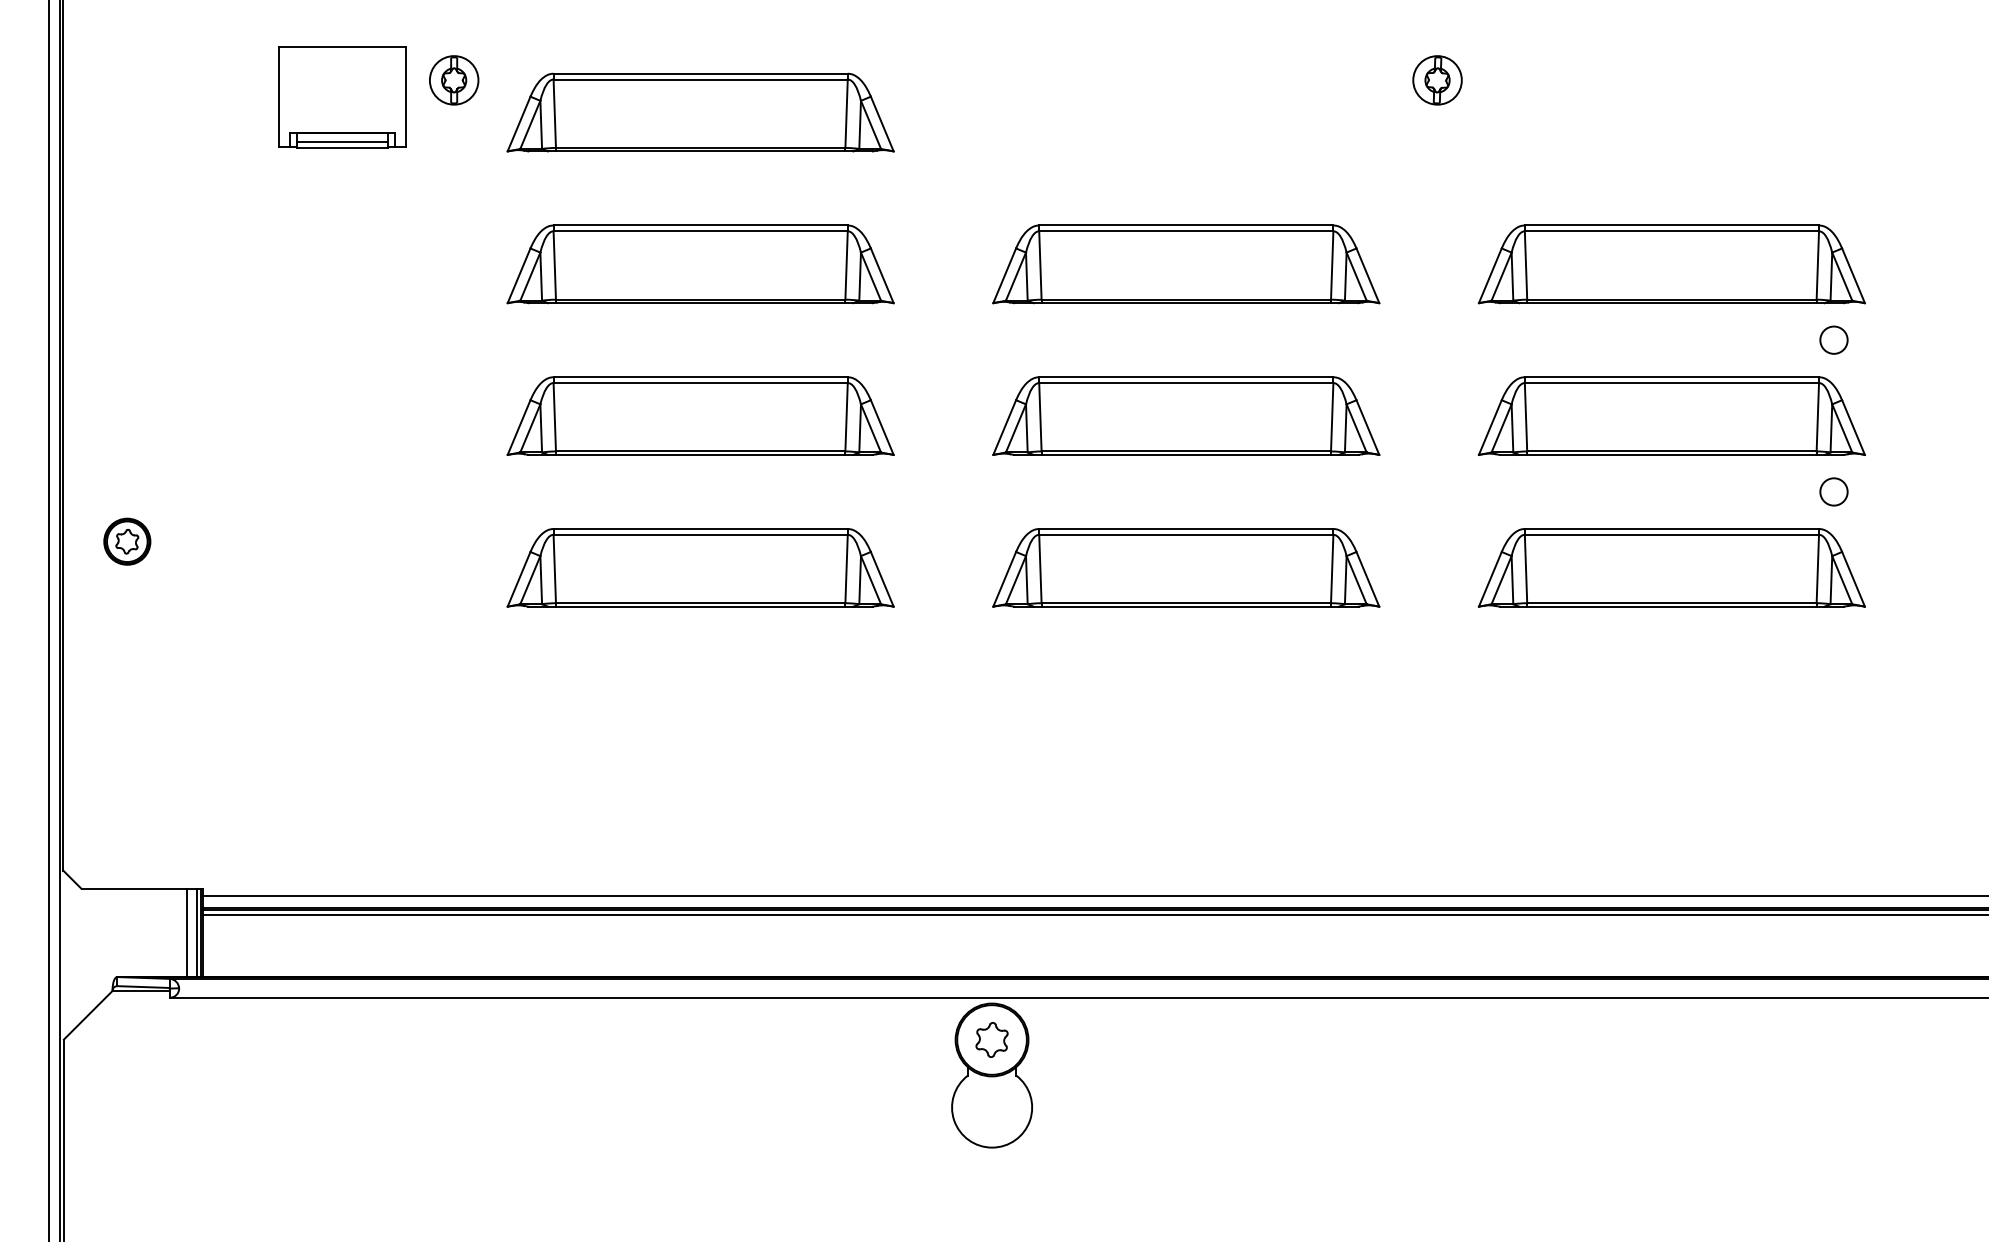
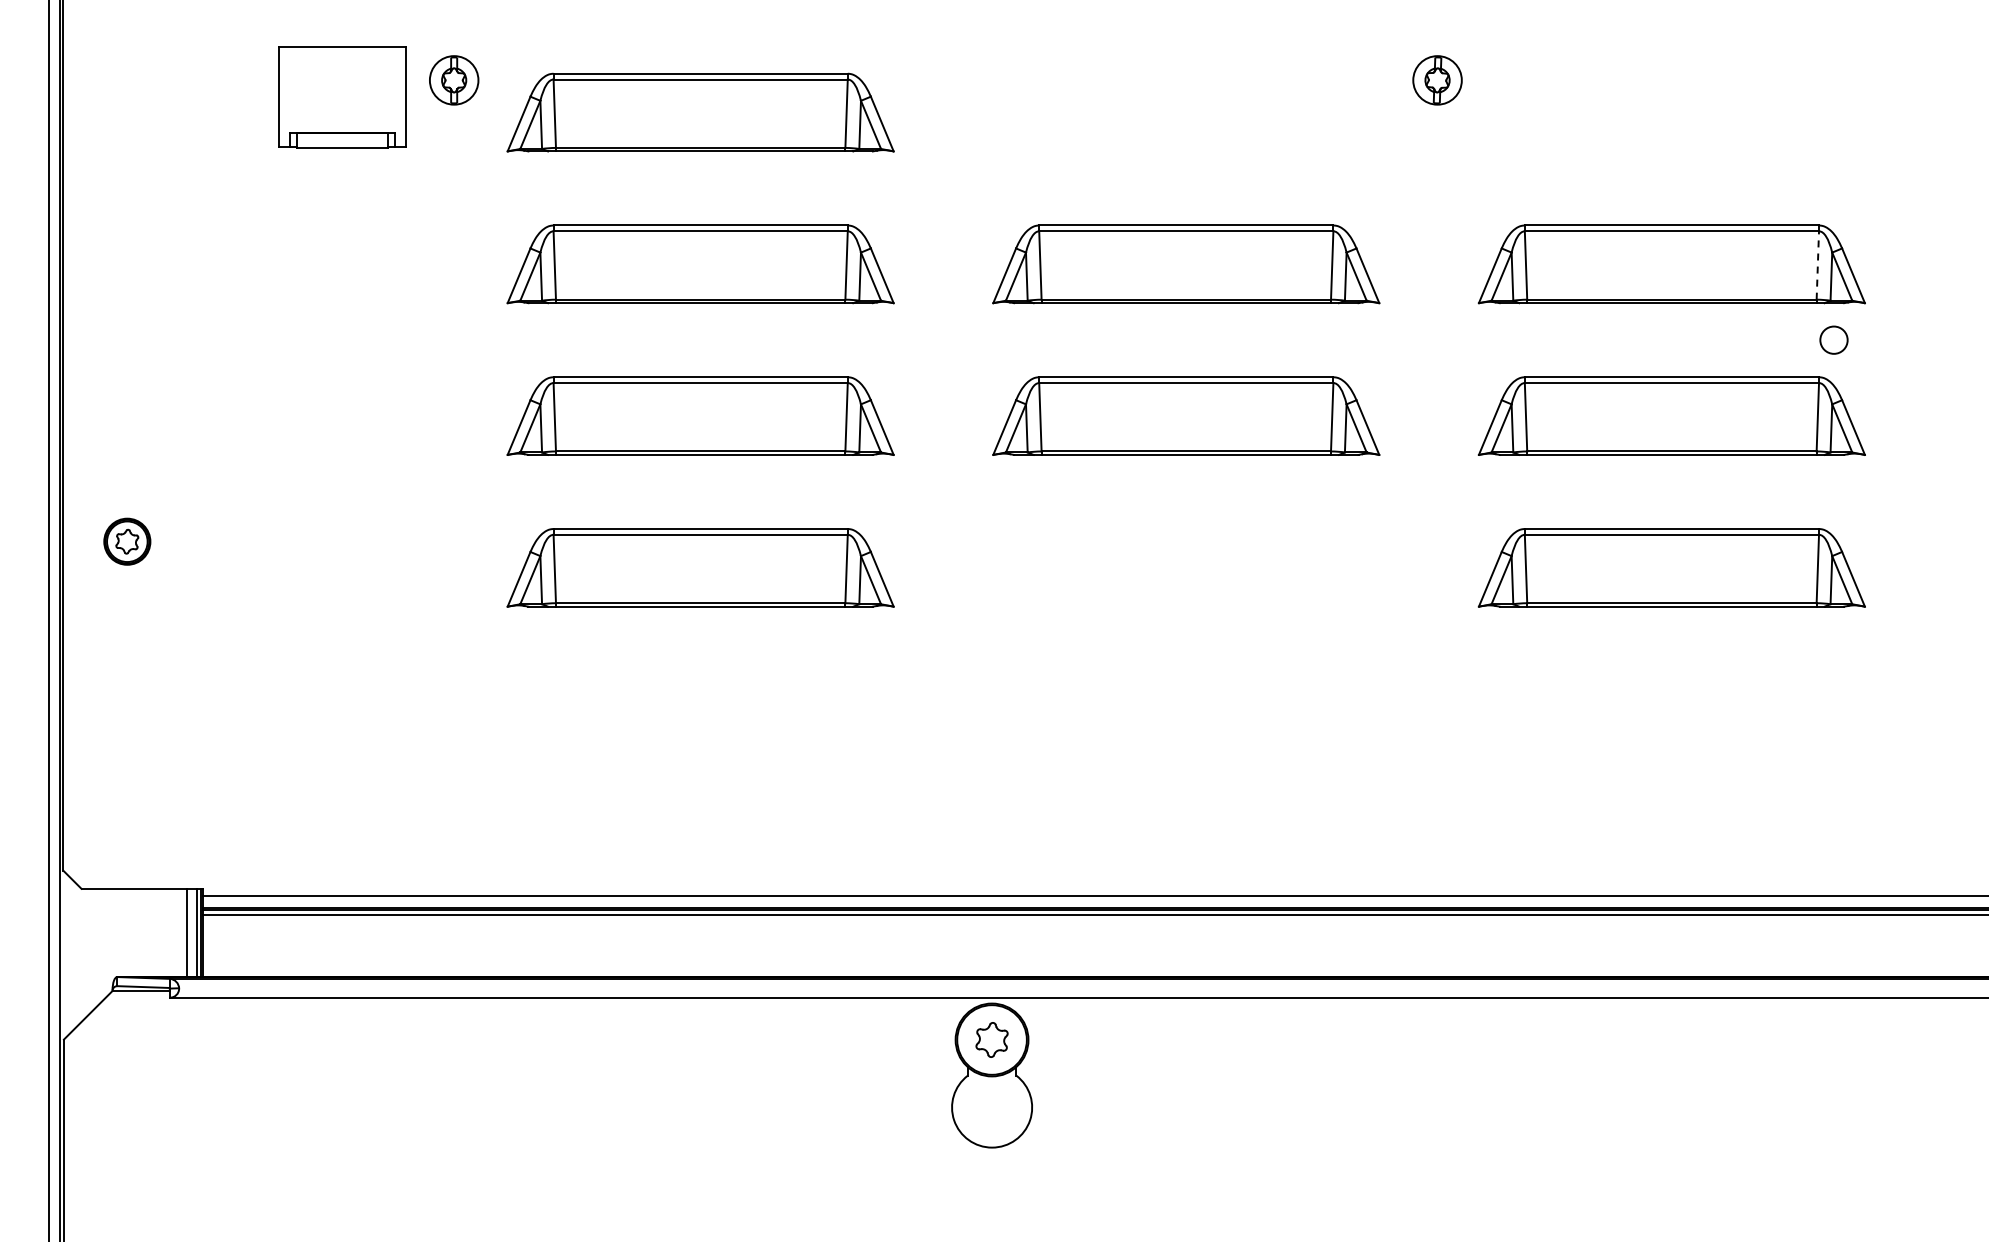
line at (342, 141): present -> none
line at (1817, 265): solid -> dashed
circle at (1833, 491): present -> none
part at (1186, 567): present -> none
